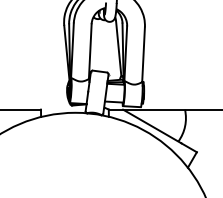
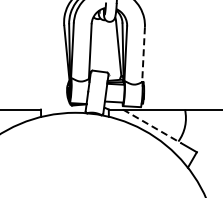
line at (143, 55): solid -> dashed
line at (152, 126): solid -> dashed
